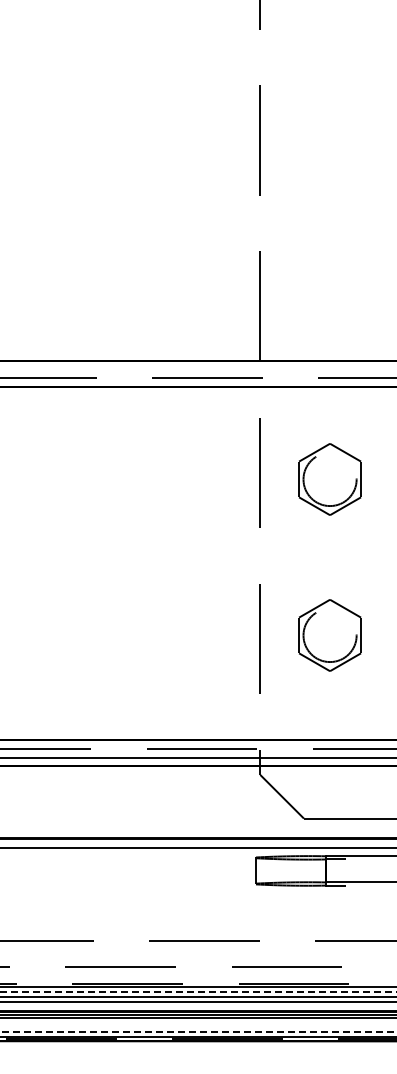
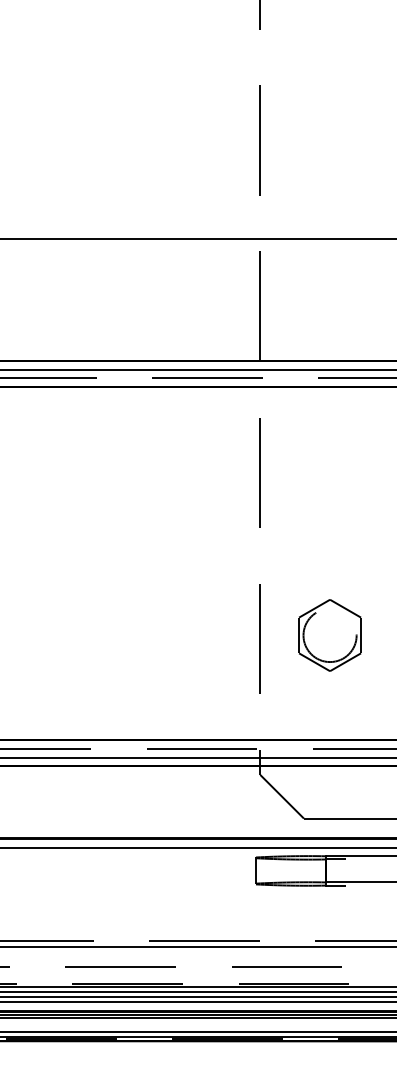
line at (197, 238): none -> present
line at (197, 369): none -> present
part at (329, 479): present -> none
line at (197, 946): none -> present
line at (198, 992): dashed -> solid
line at (198, 1032): dashed -> solid
